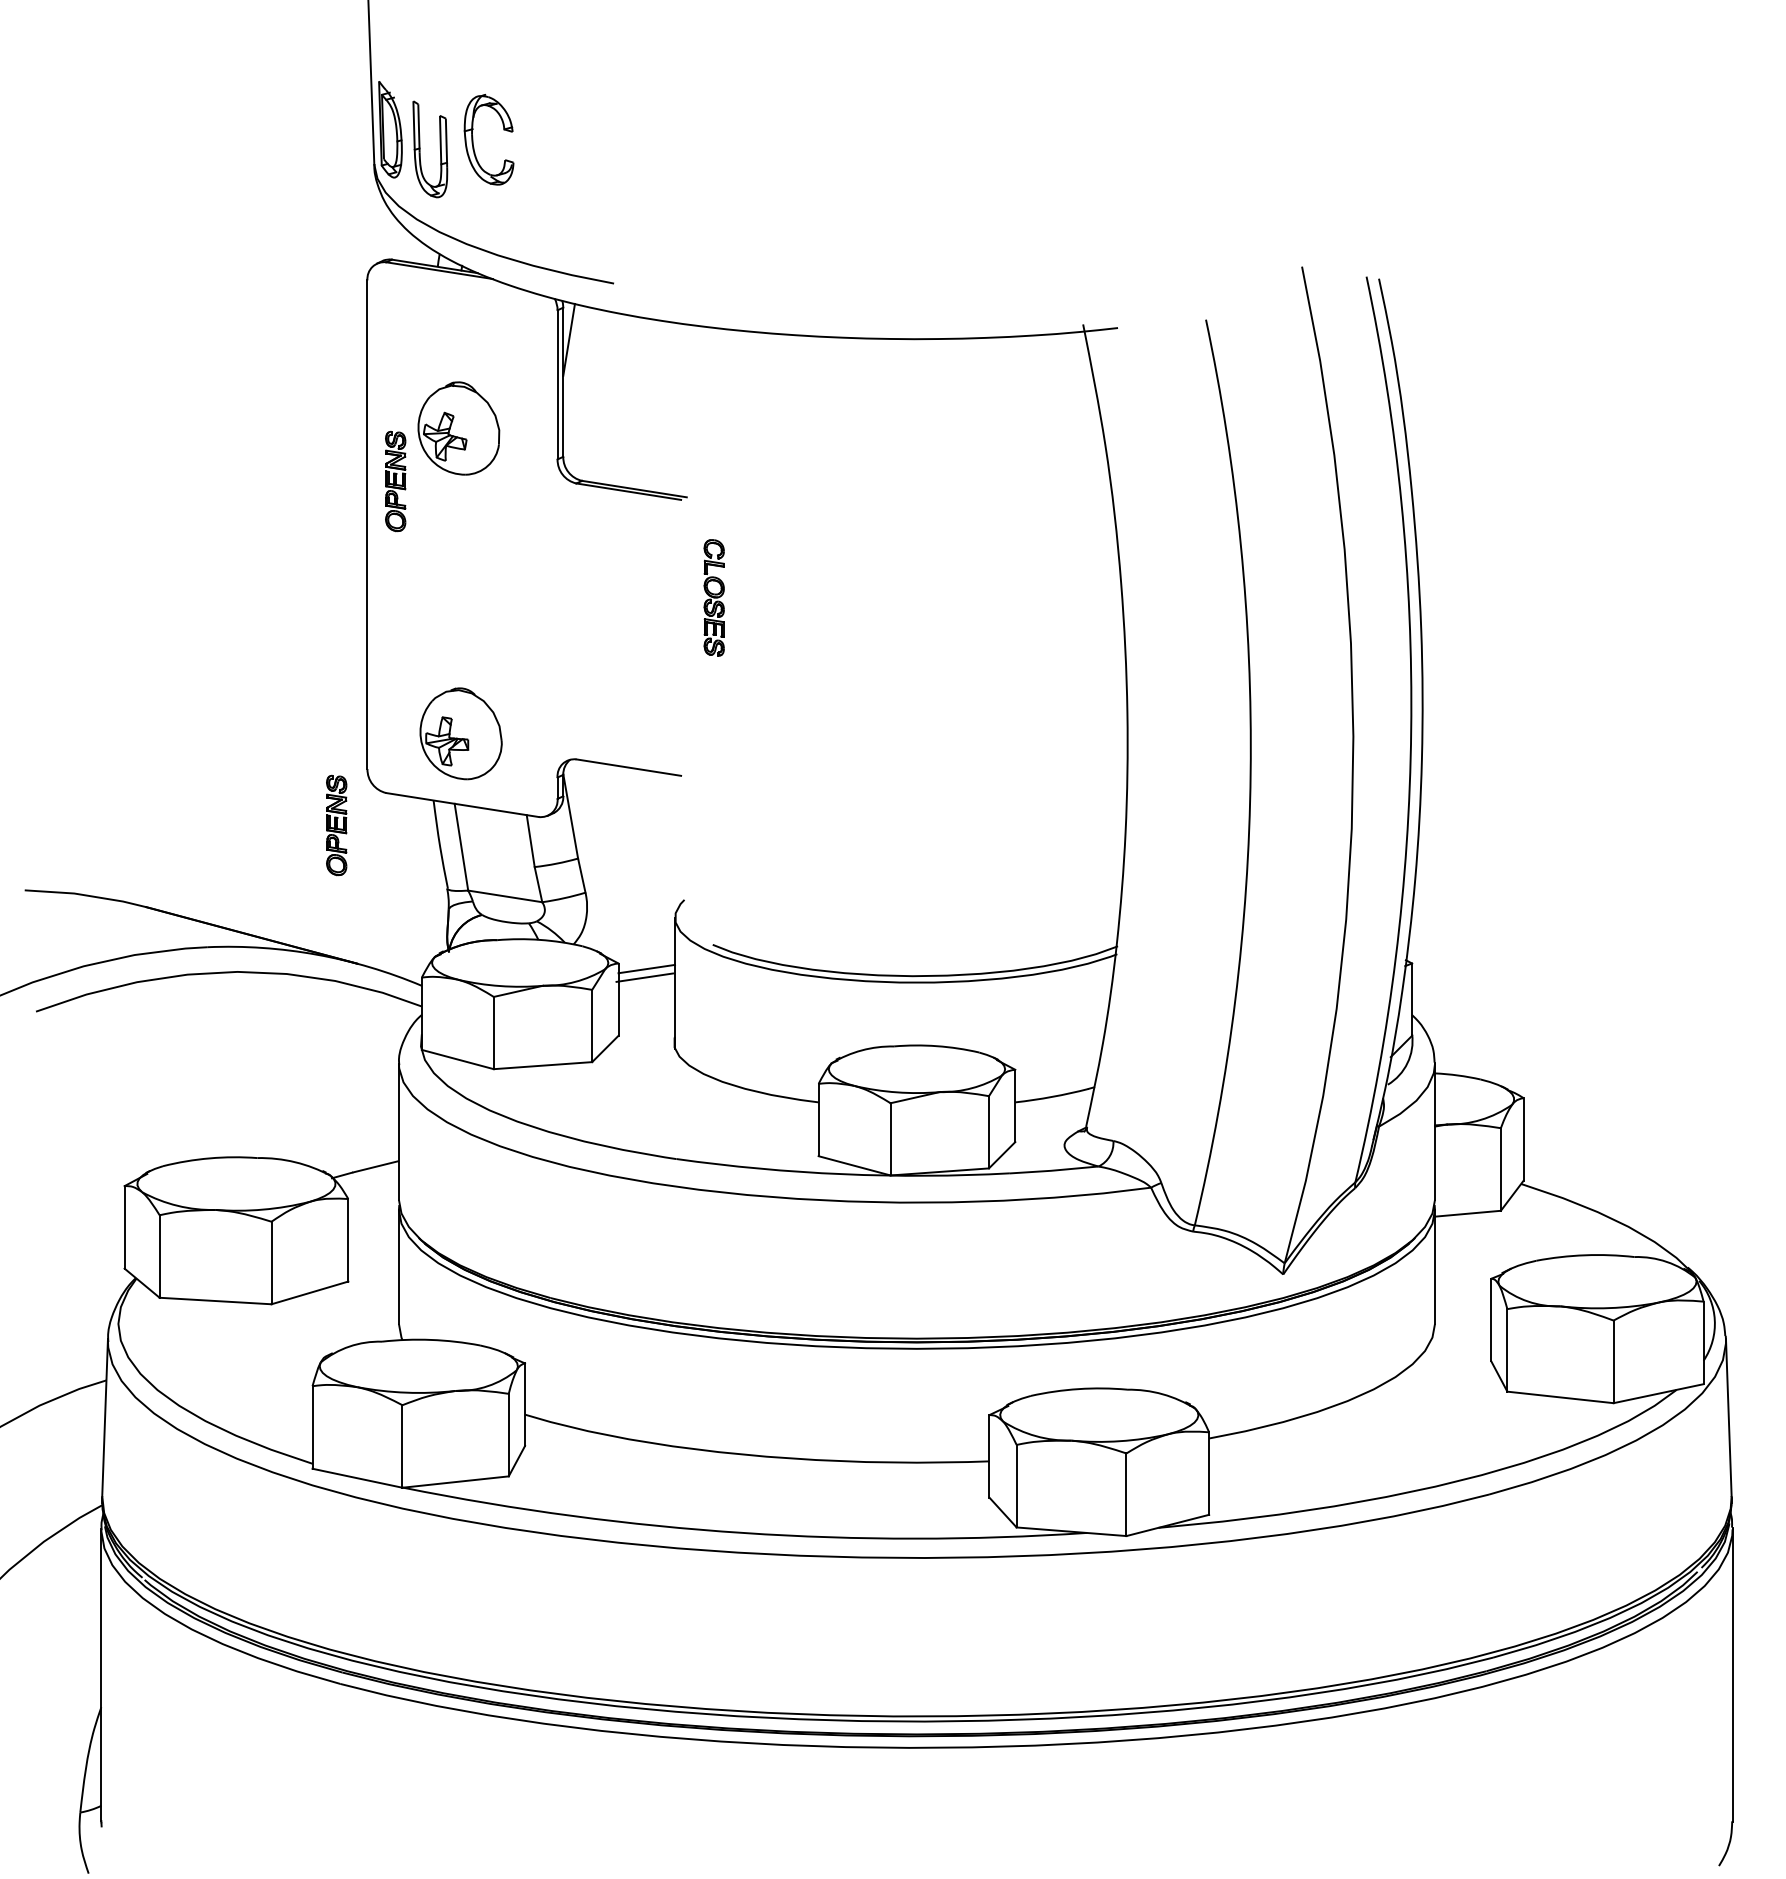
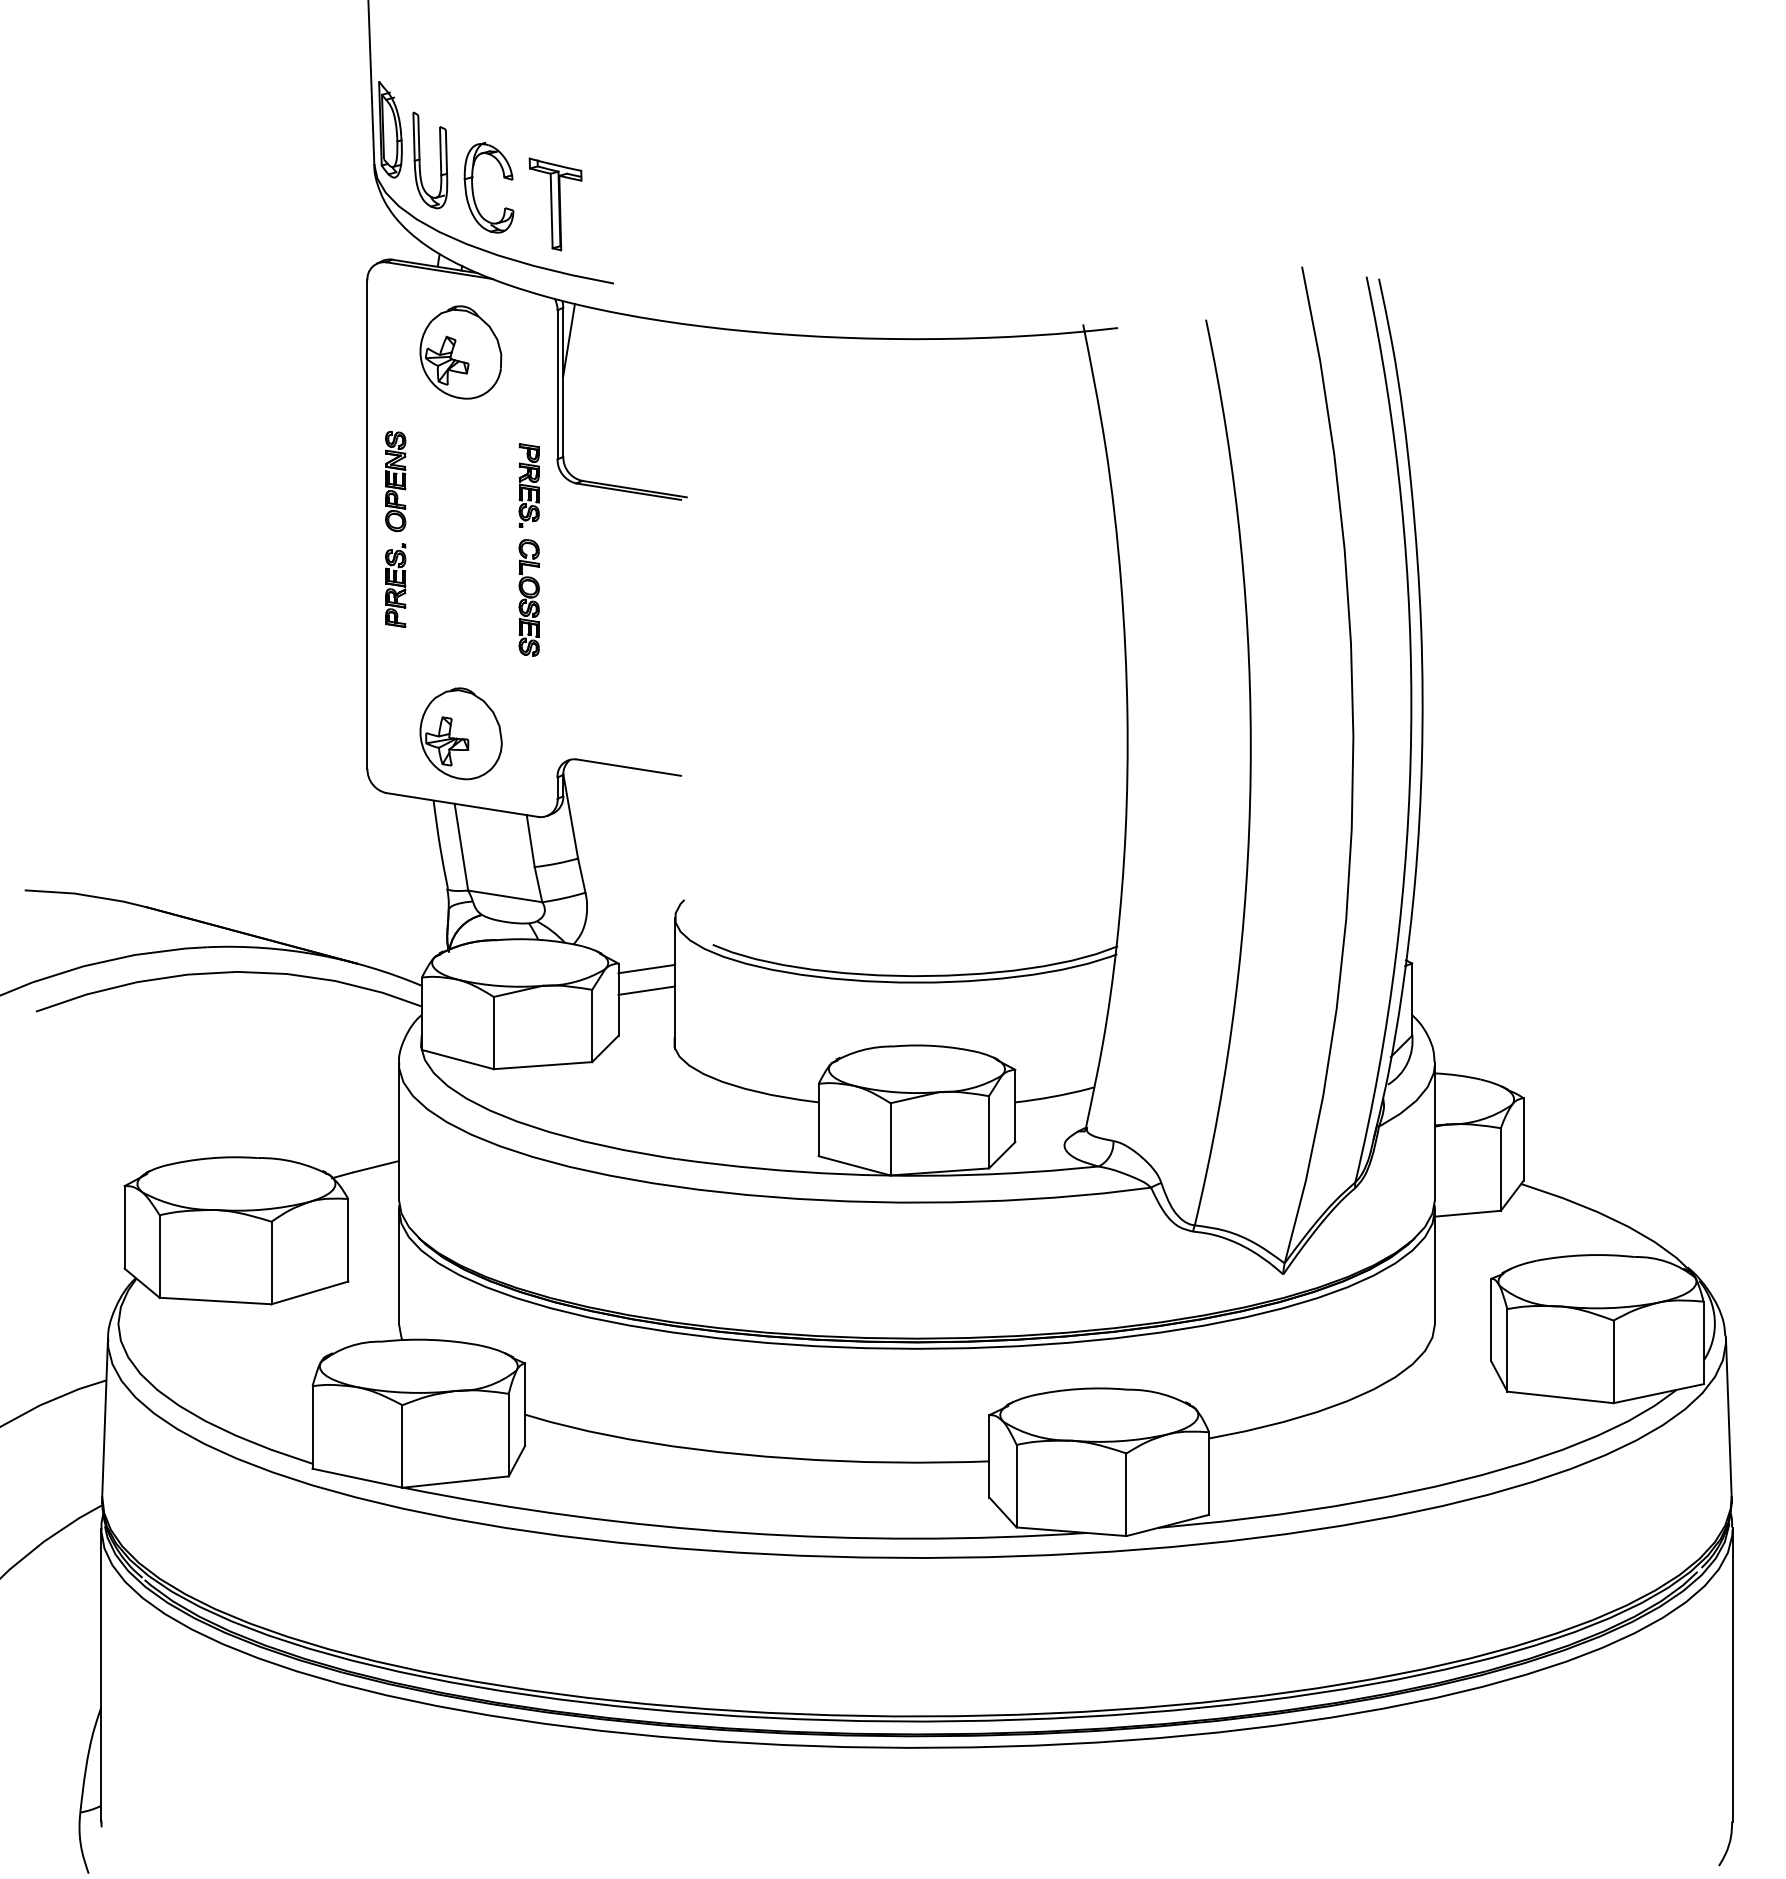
part at (473, 139) position: (473, 139) -> (473, 187)
part at (439, 147) position: (439, 147) -> (439, 158)
part at (555, 204): none -> present
part at (458, 428) position: (458, 428) -> (460, 352)
part at (528, 485): none -> present
part at (395, 585): none -> present
part at (713, 597) position: (713, 597) -> (528, 597)
part at (336, 825): present -> none
line at (644, 977) position: (644, 977) -> (646, 990)
